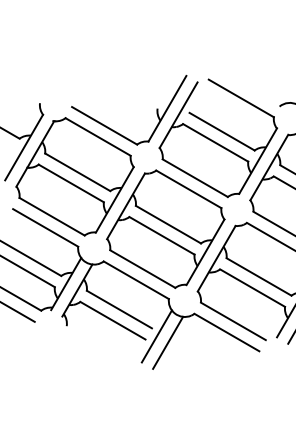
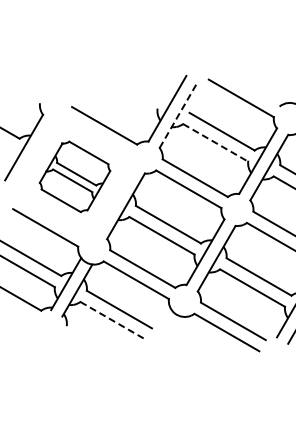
line at (178, 115): solid -> dashed
line at (215, 142): solid -> dashed
part at (74, 176) size: 120x120 px -> 74x74 px
line at (18, 312): present -> none
line at (112, 320): solid -> dashed
line at (156, 336): present -> none
line at (168, 342): present -> none
